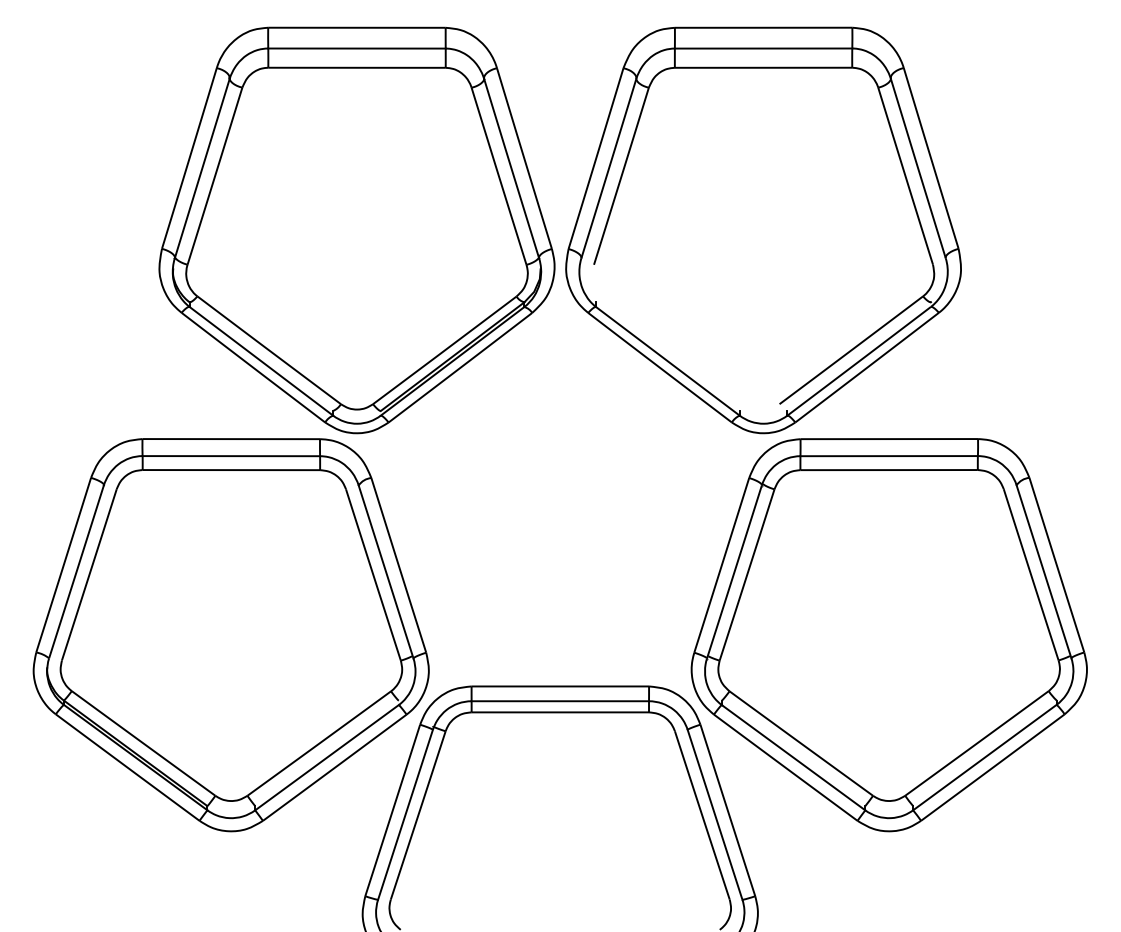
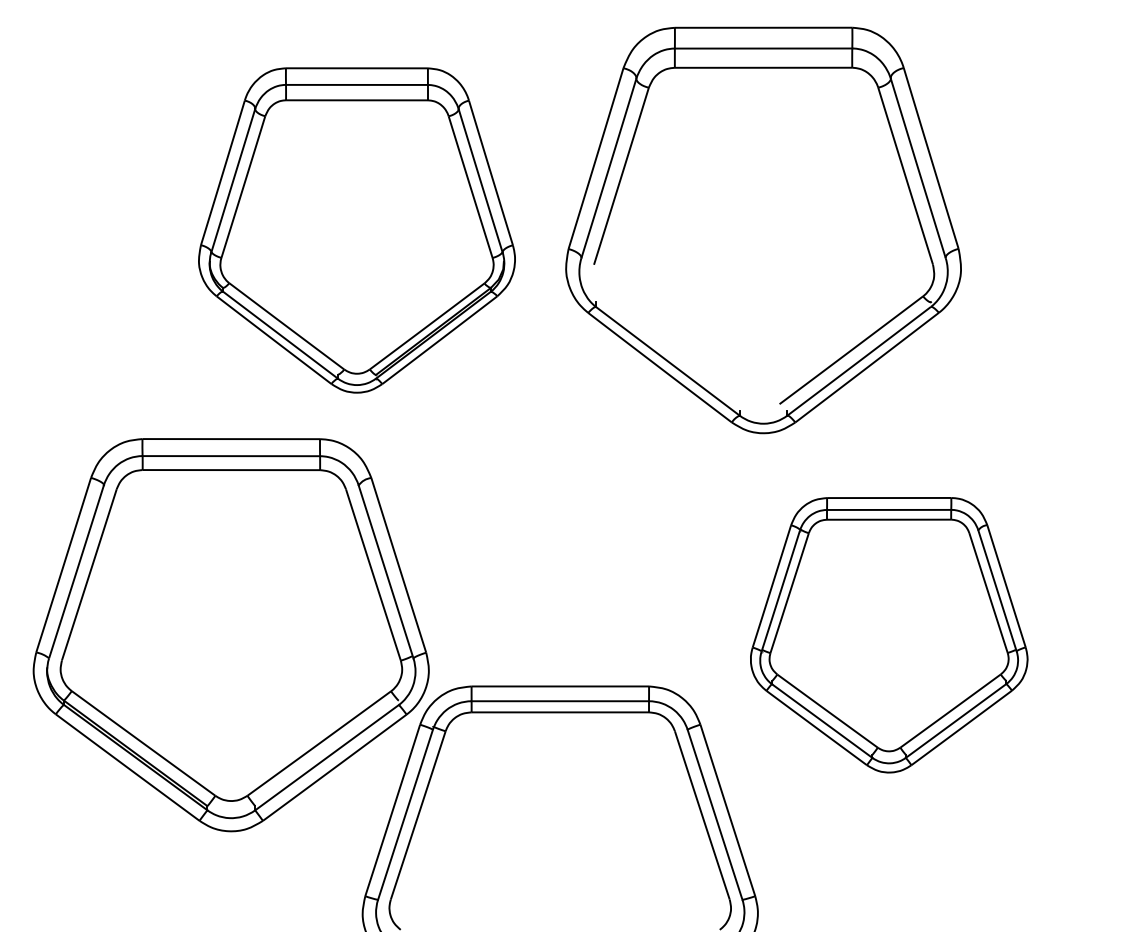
part at (356, 230) size: 398x409 px -> 318x327 px
part at (888, 635) size: 398x395 px -> 279x277 px
